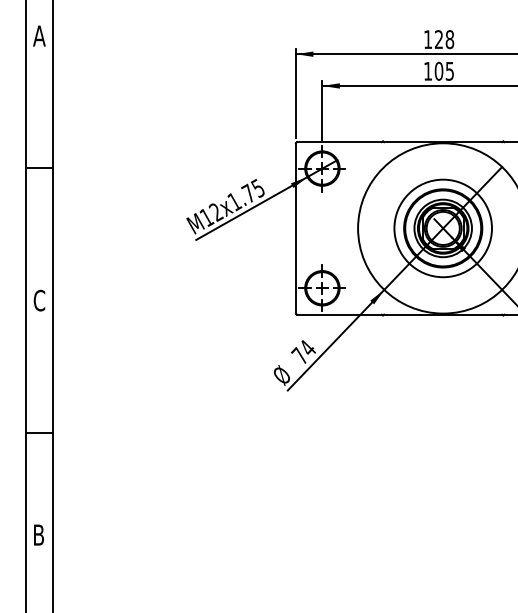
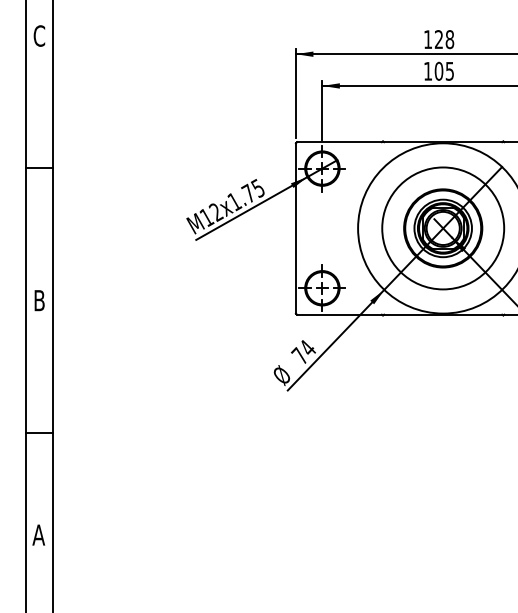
text at (39, 35): A -> C
circle at (442, 228) diameter: 98 px -> 122 px
text at (39, 300): C -> B
text at (38, 534): B -> A
